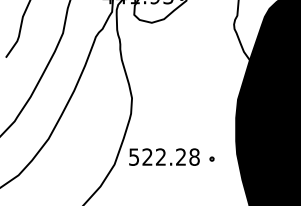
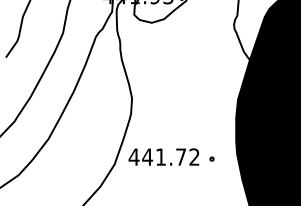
text at (163, 156): 522.28 -> 441.72
